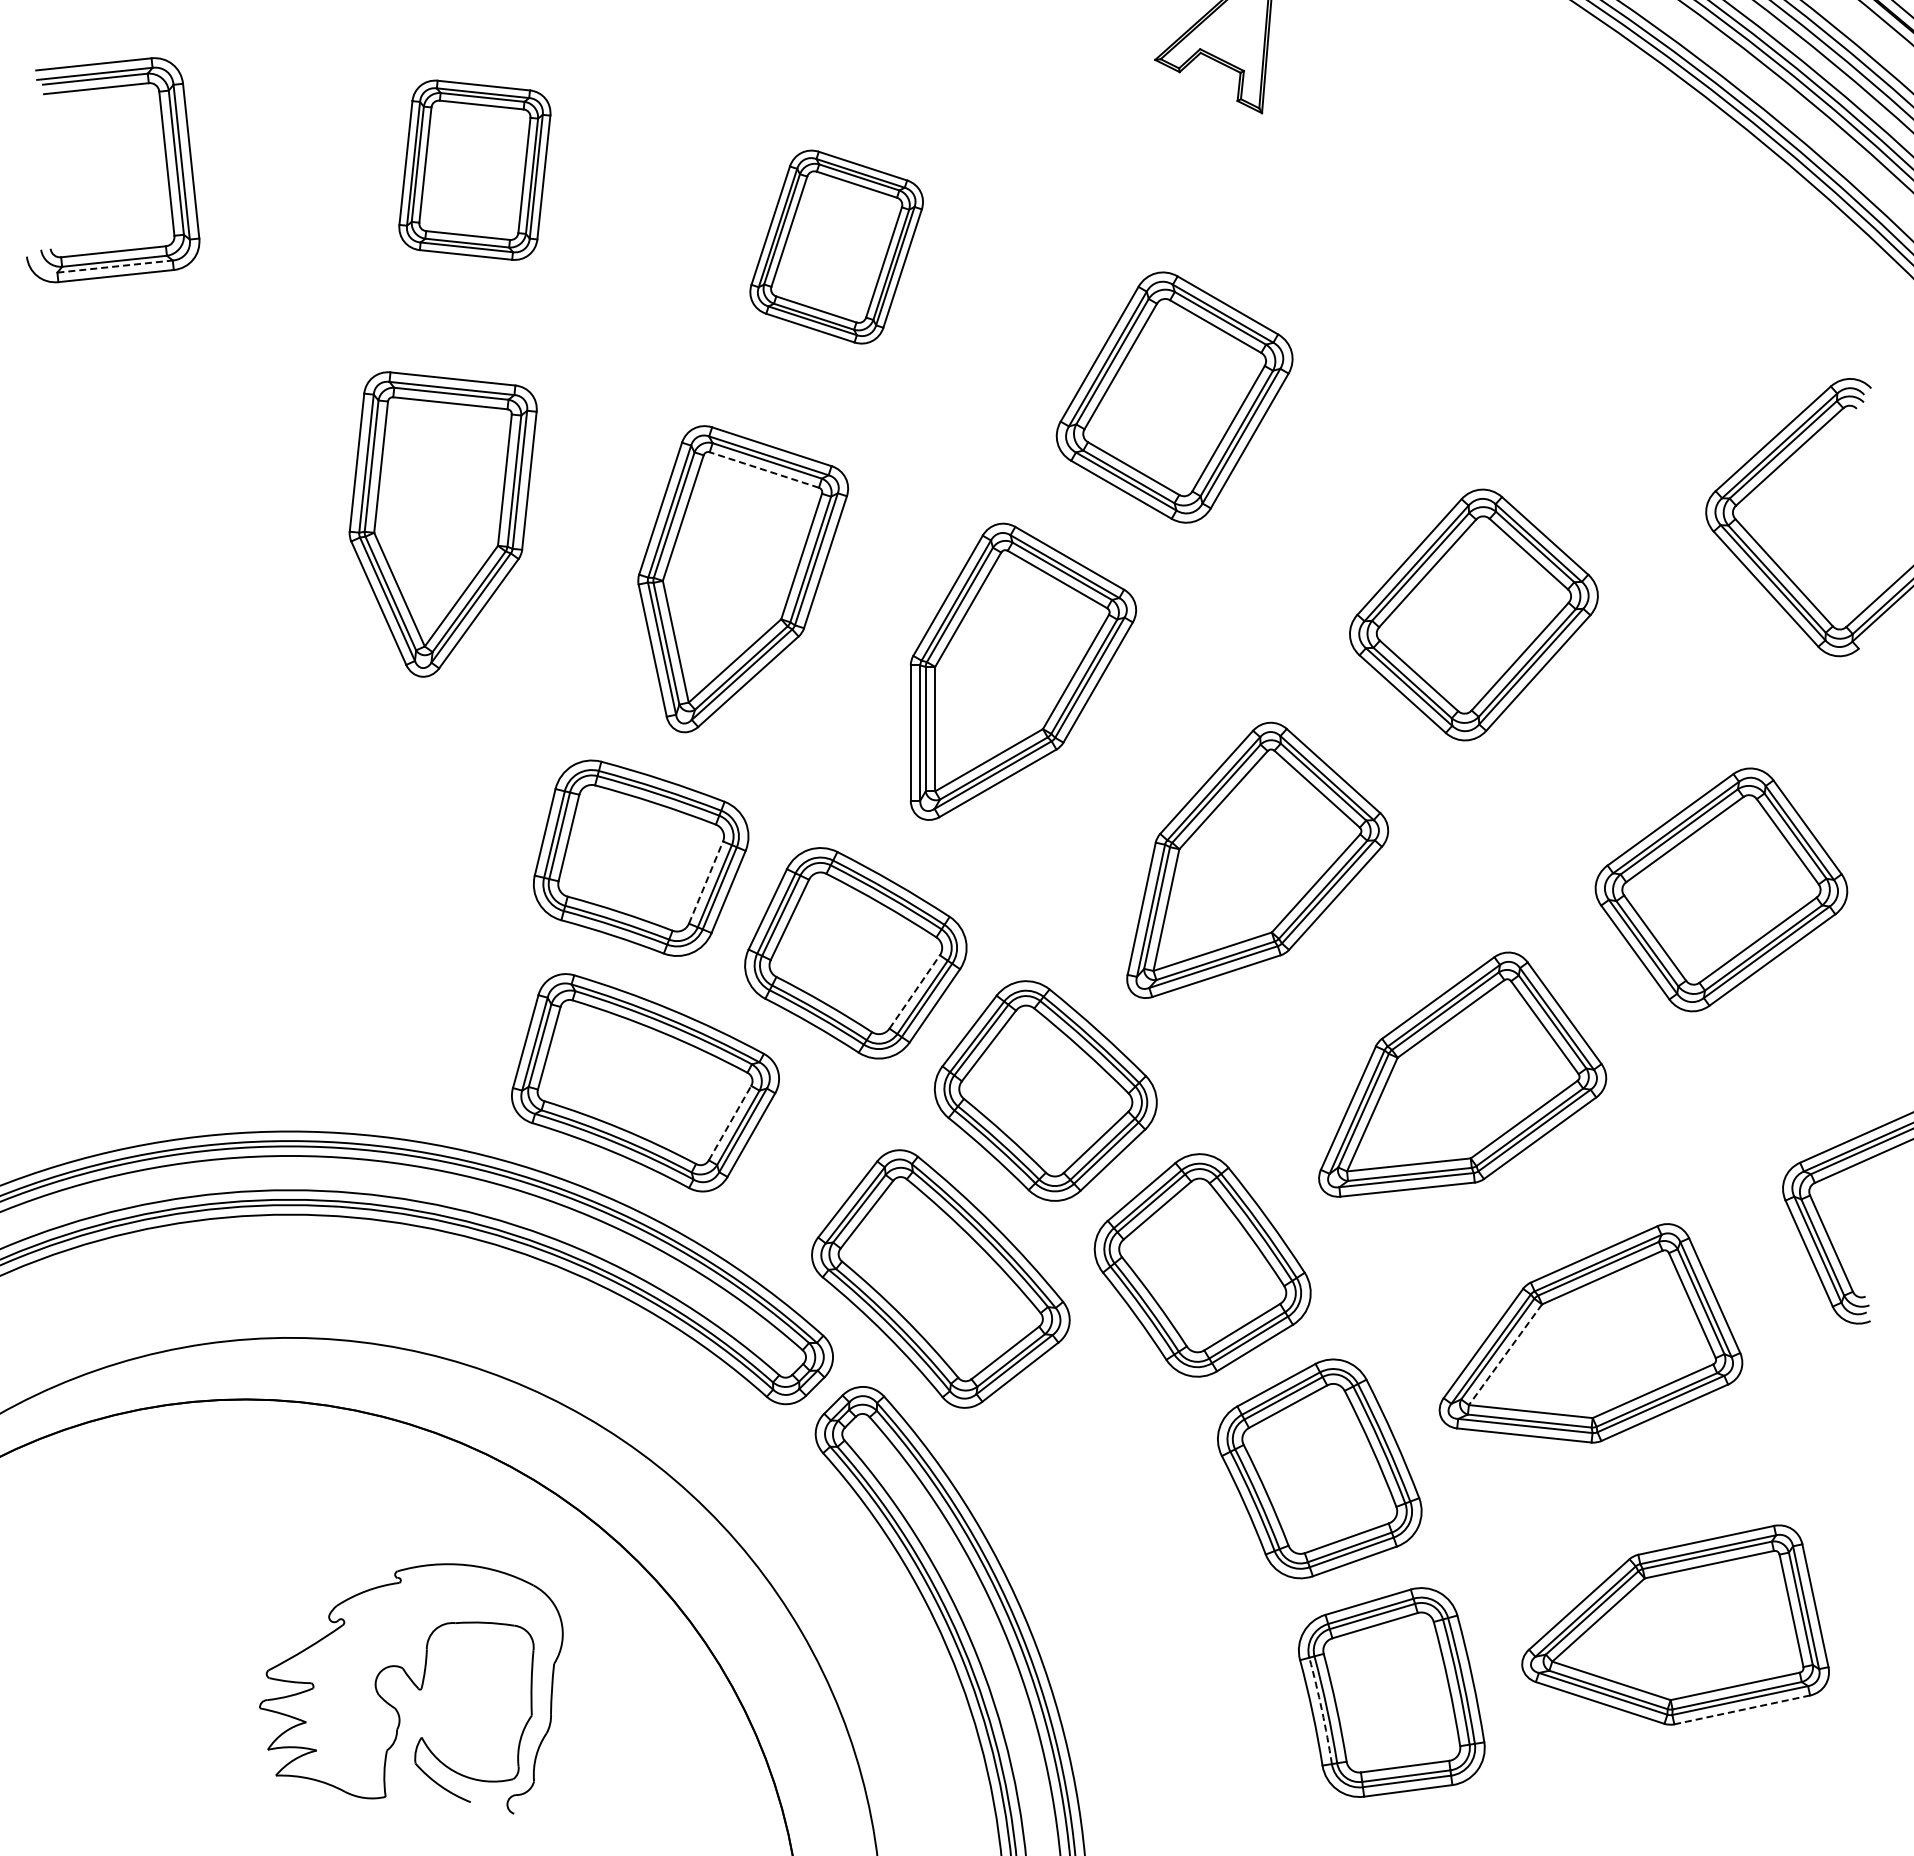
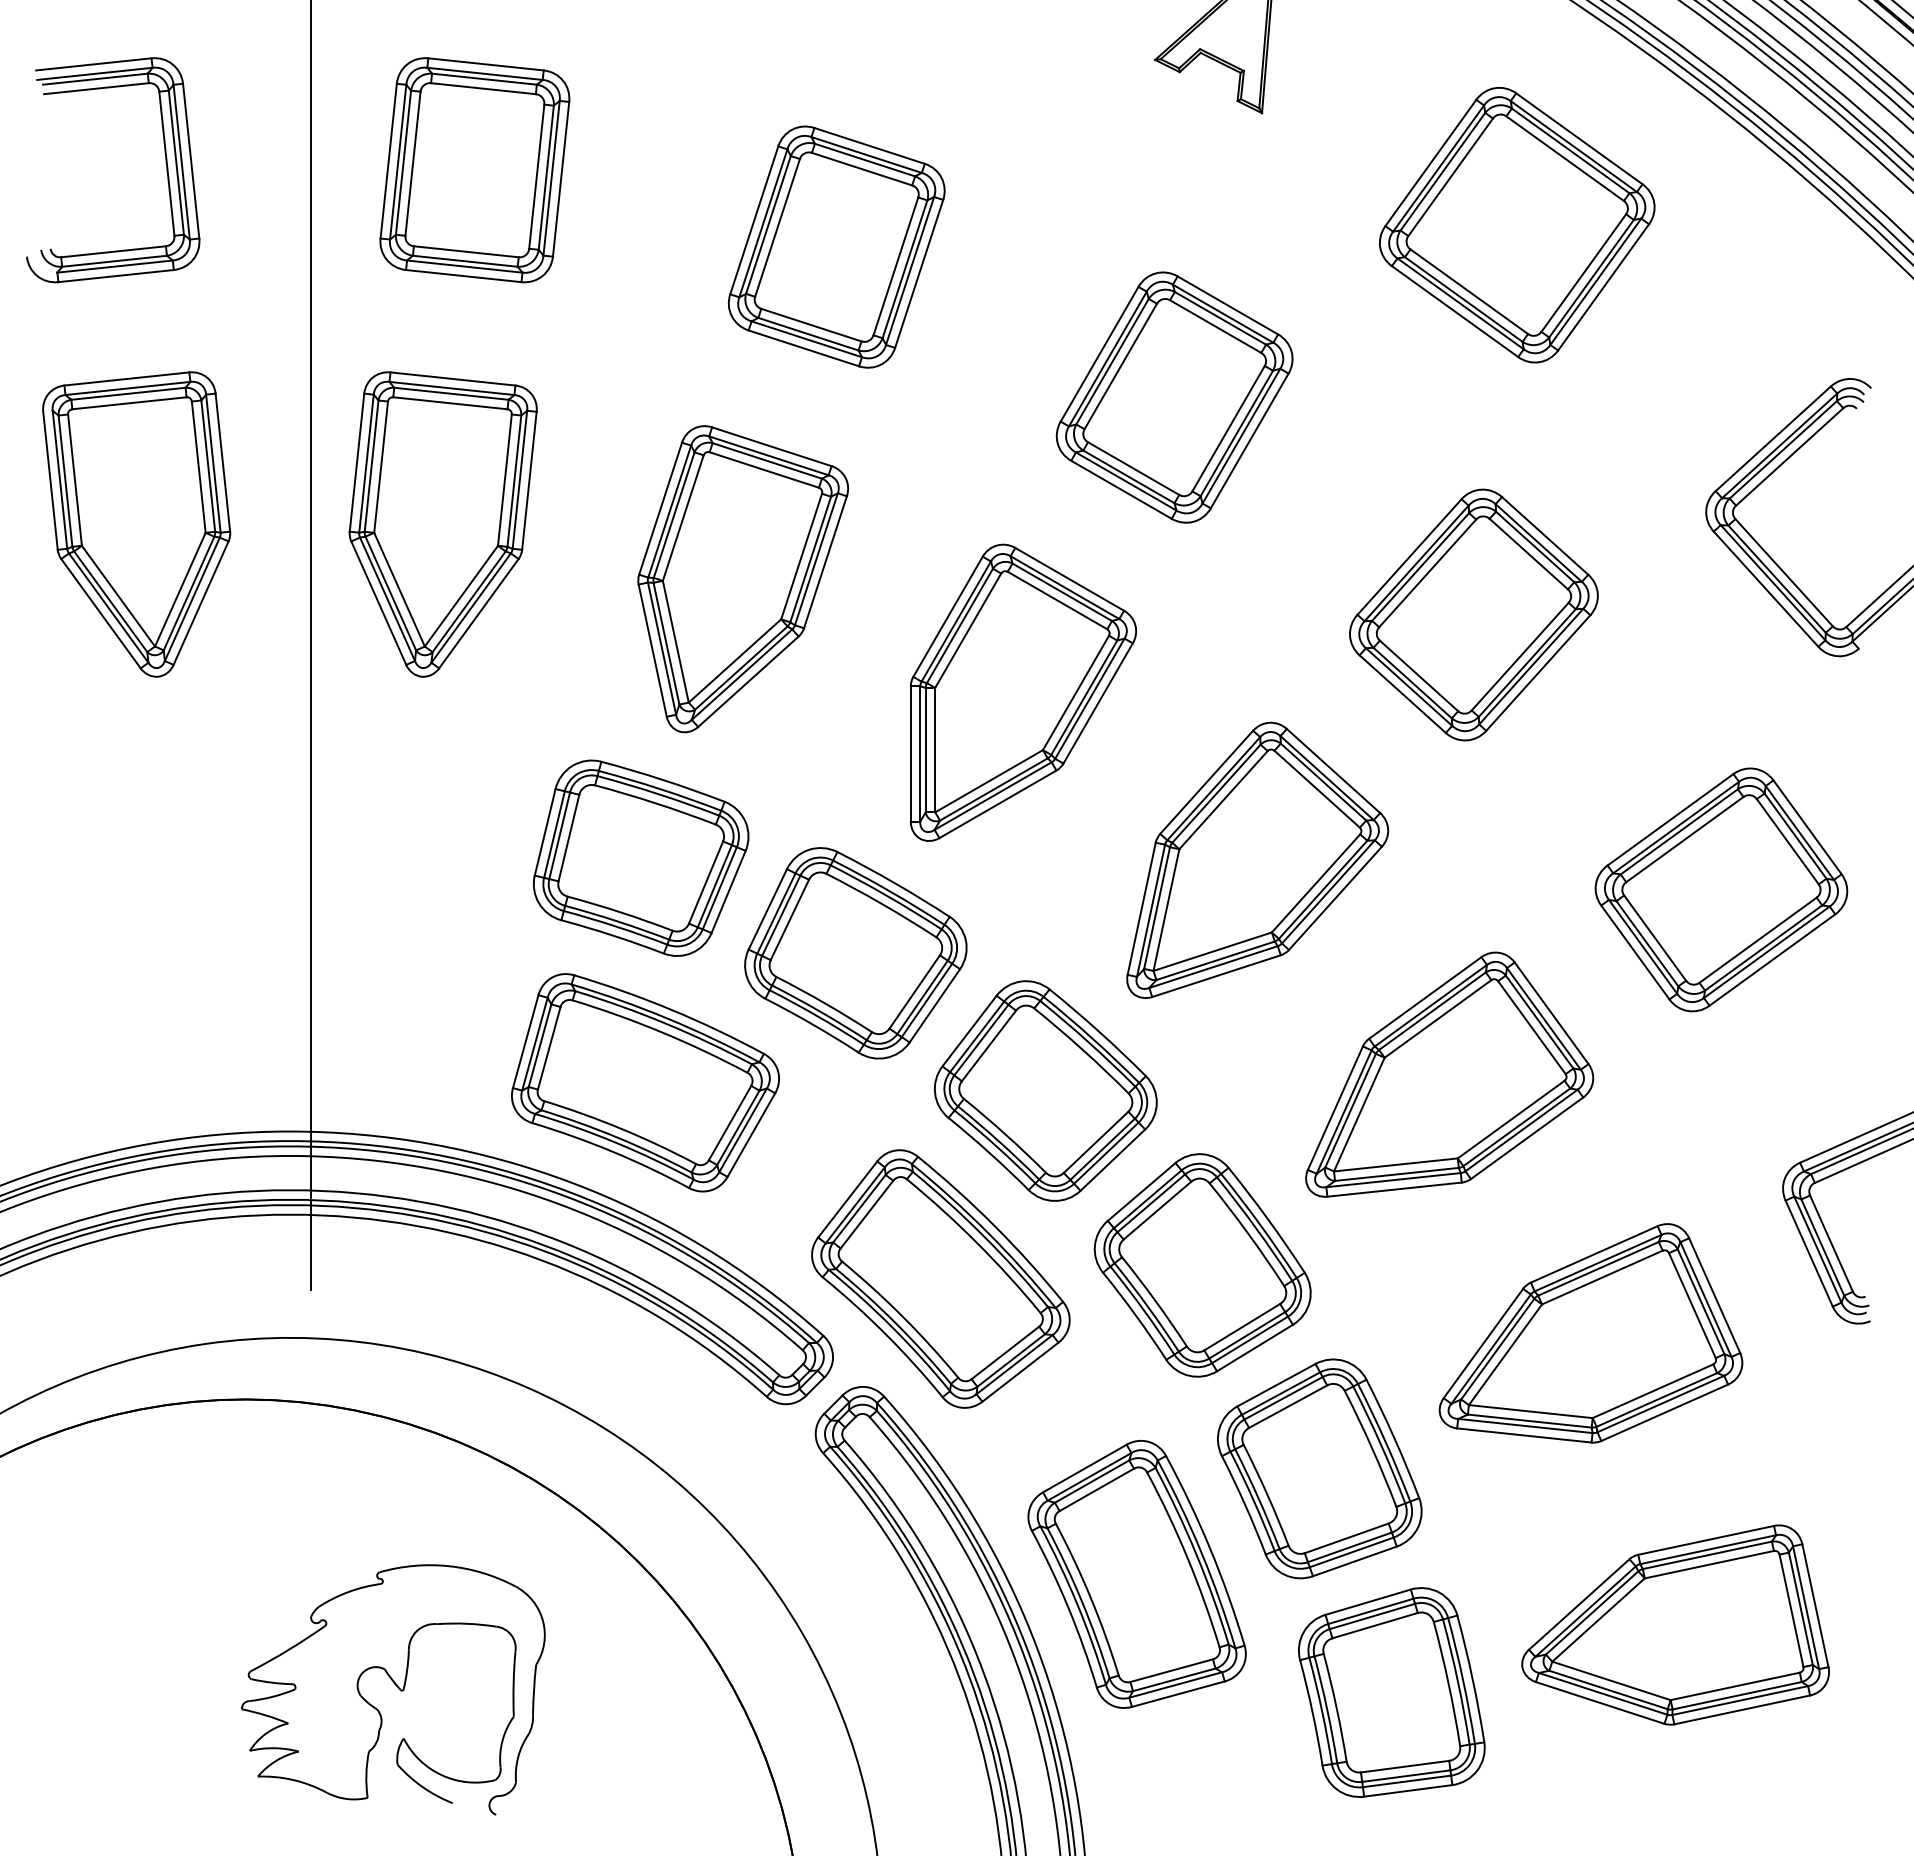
part at (474, 169) size: 154x182 px -> 192x227 px
part at (1517, 225): none -> present
part at (836, 246) size: 175x196 px -> 219x244 px
line at (115, 266): dashed -> solid
line at (763, 469): dashed -> solid
part at (136, 524): none -> present
line at (310, 646): none -> present
part at (1023, 671) position: (1023, 671) -> (1023, 692)
line at (706, 882): dashed -> solid
line at (915, 991): dashed -> solid
part at (1462, 1074) position: (1462, 1074) -> (1449, 1074)
line at (730, 1123): dashed -> solid
line at (1505, 1355): dashed -> solid
part at (1136, 1573): none -> present
part at (411, 1688) position: (411, 1688) -> (393, 1689)
arc at (1322, 1710): dashed -> solid
line at (1741, 1710): dashed -> solid
